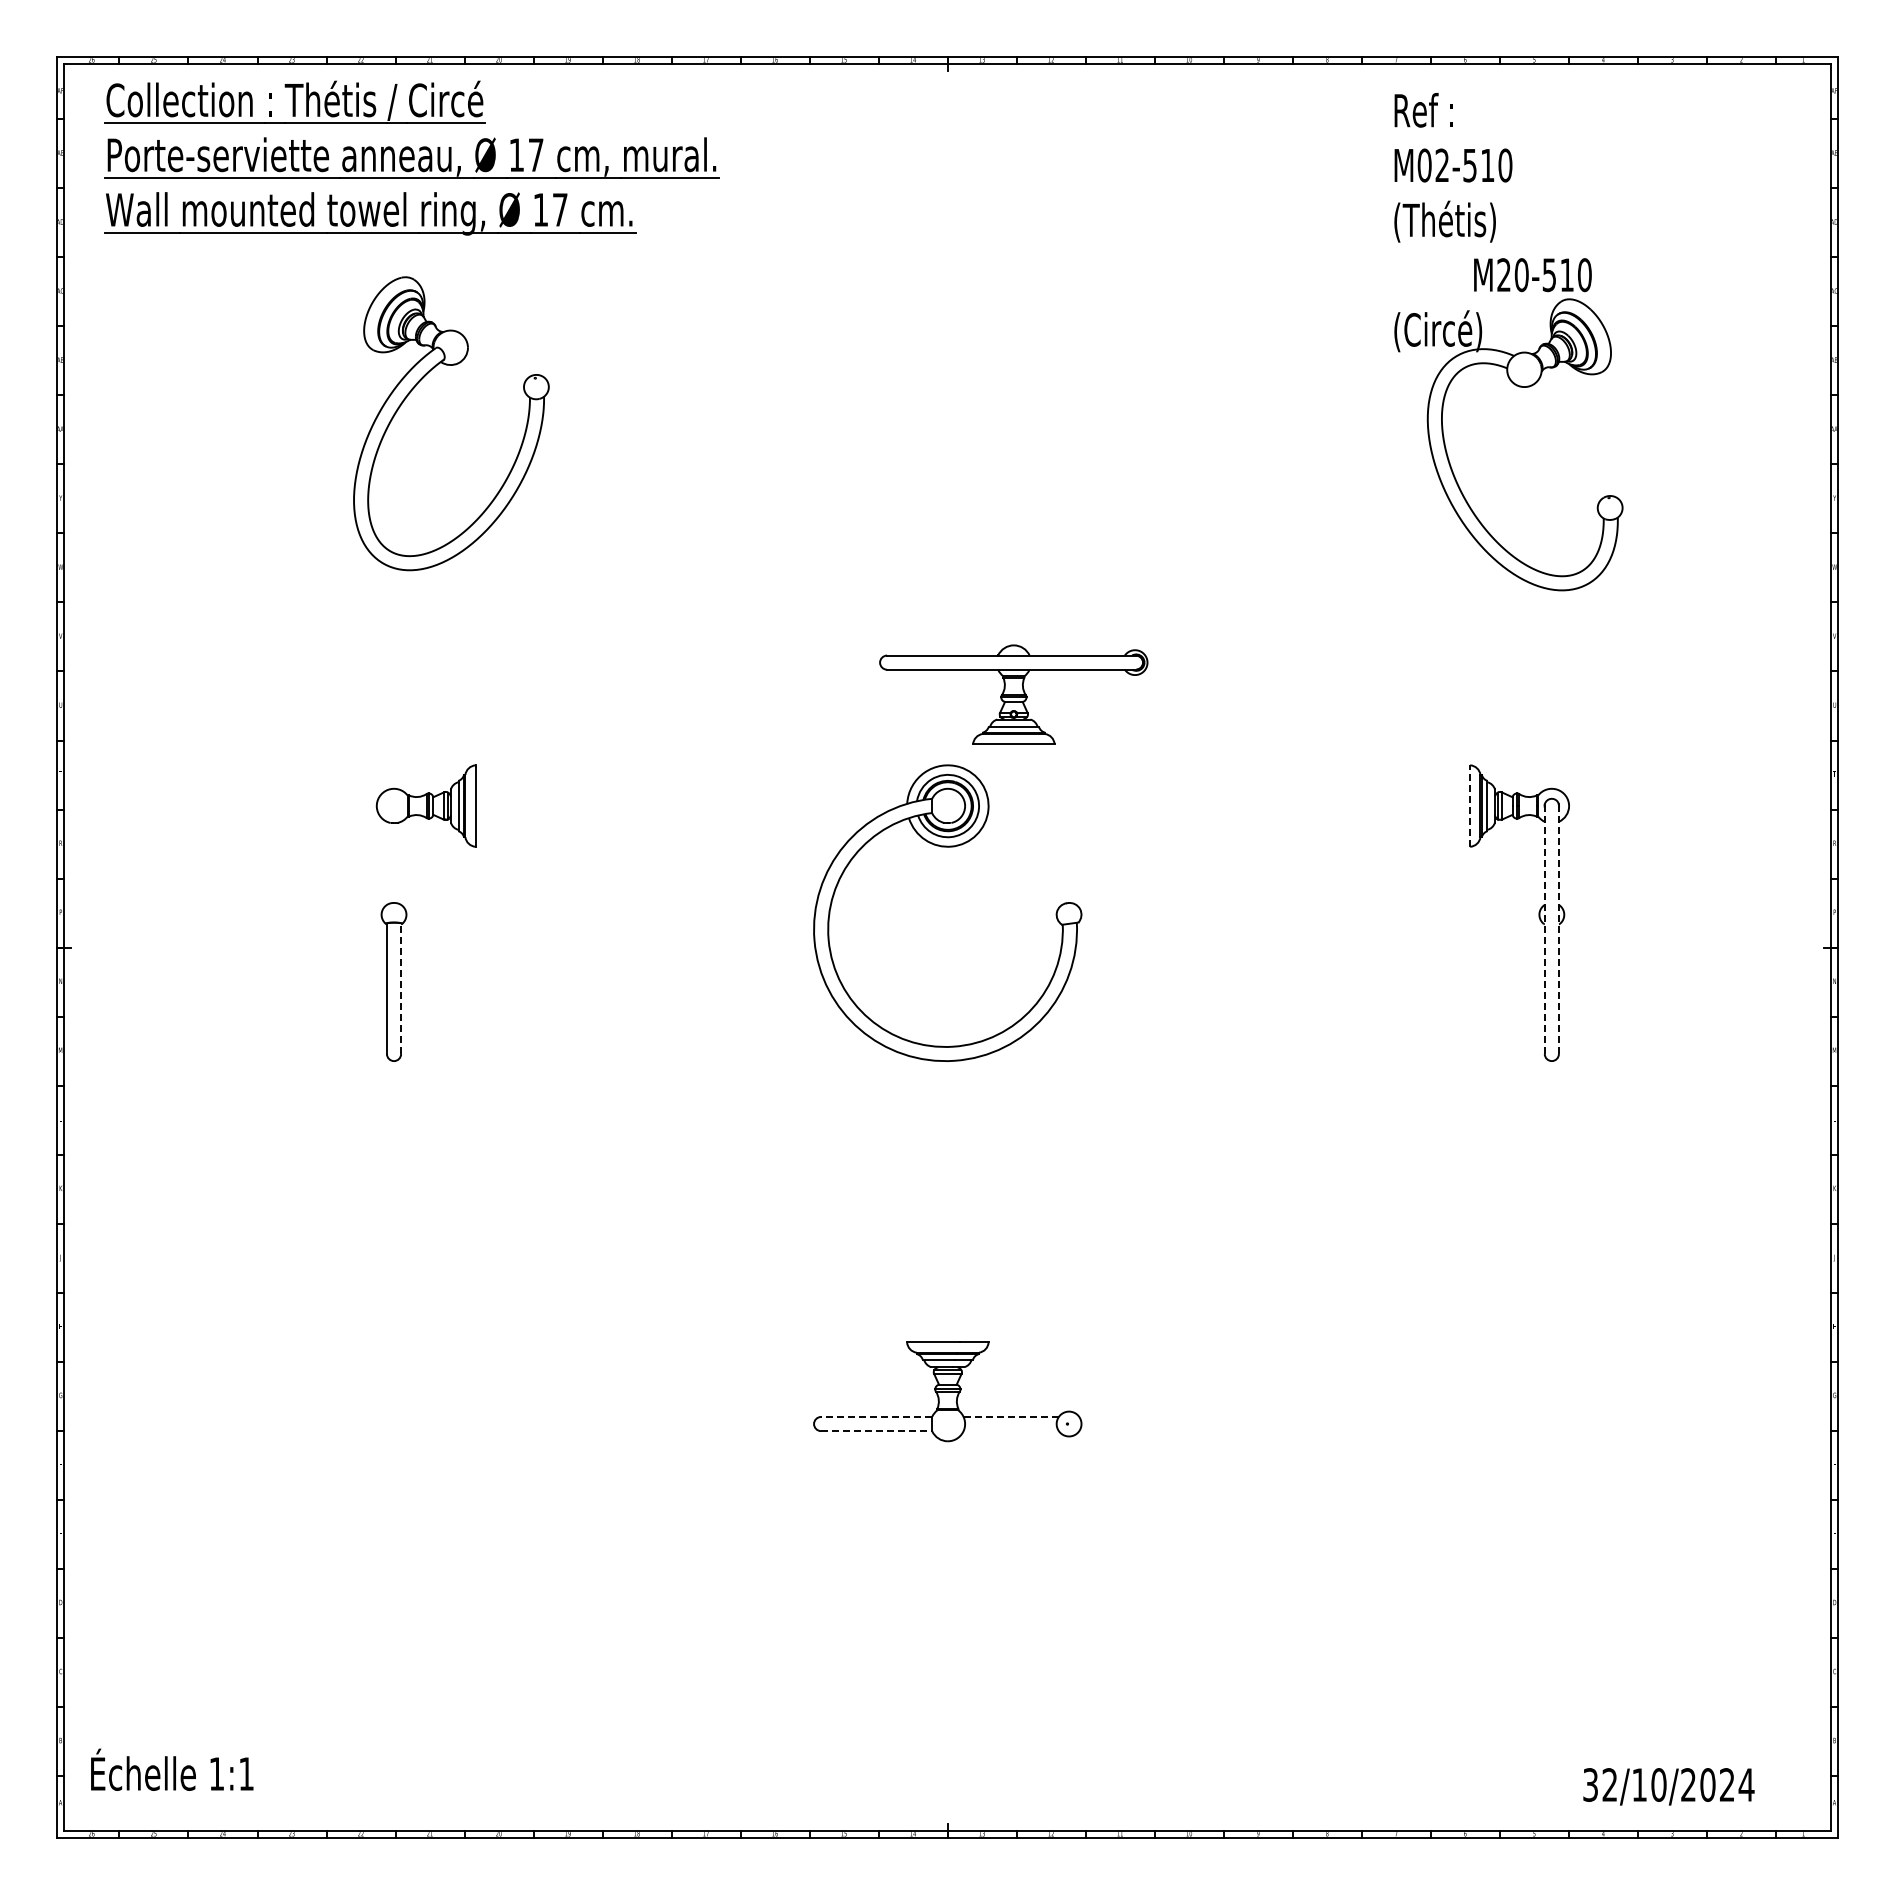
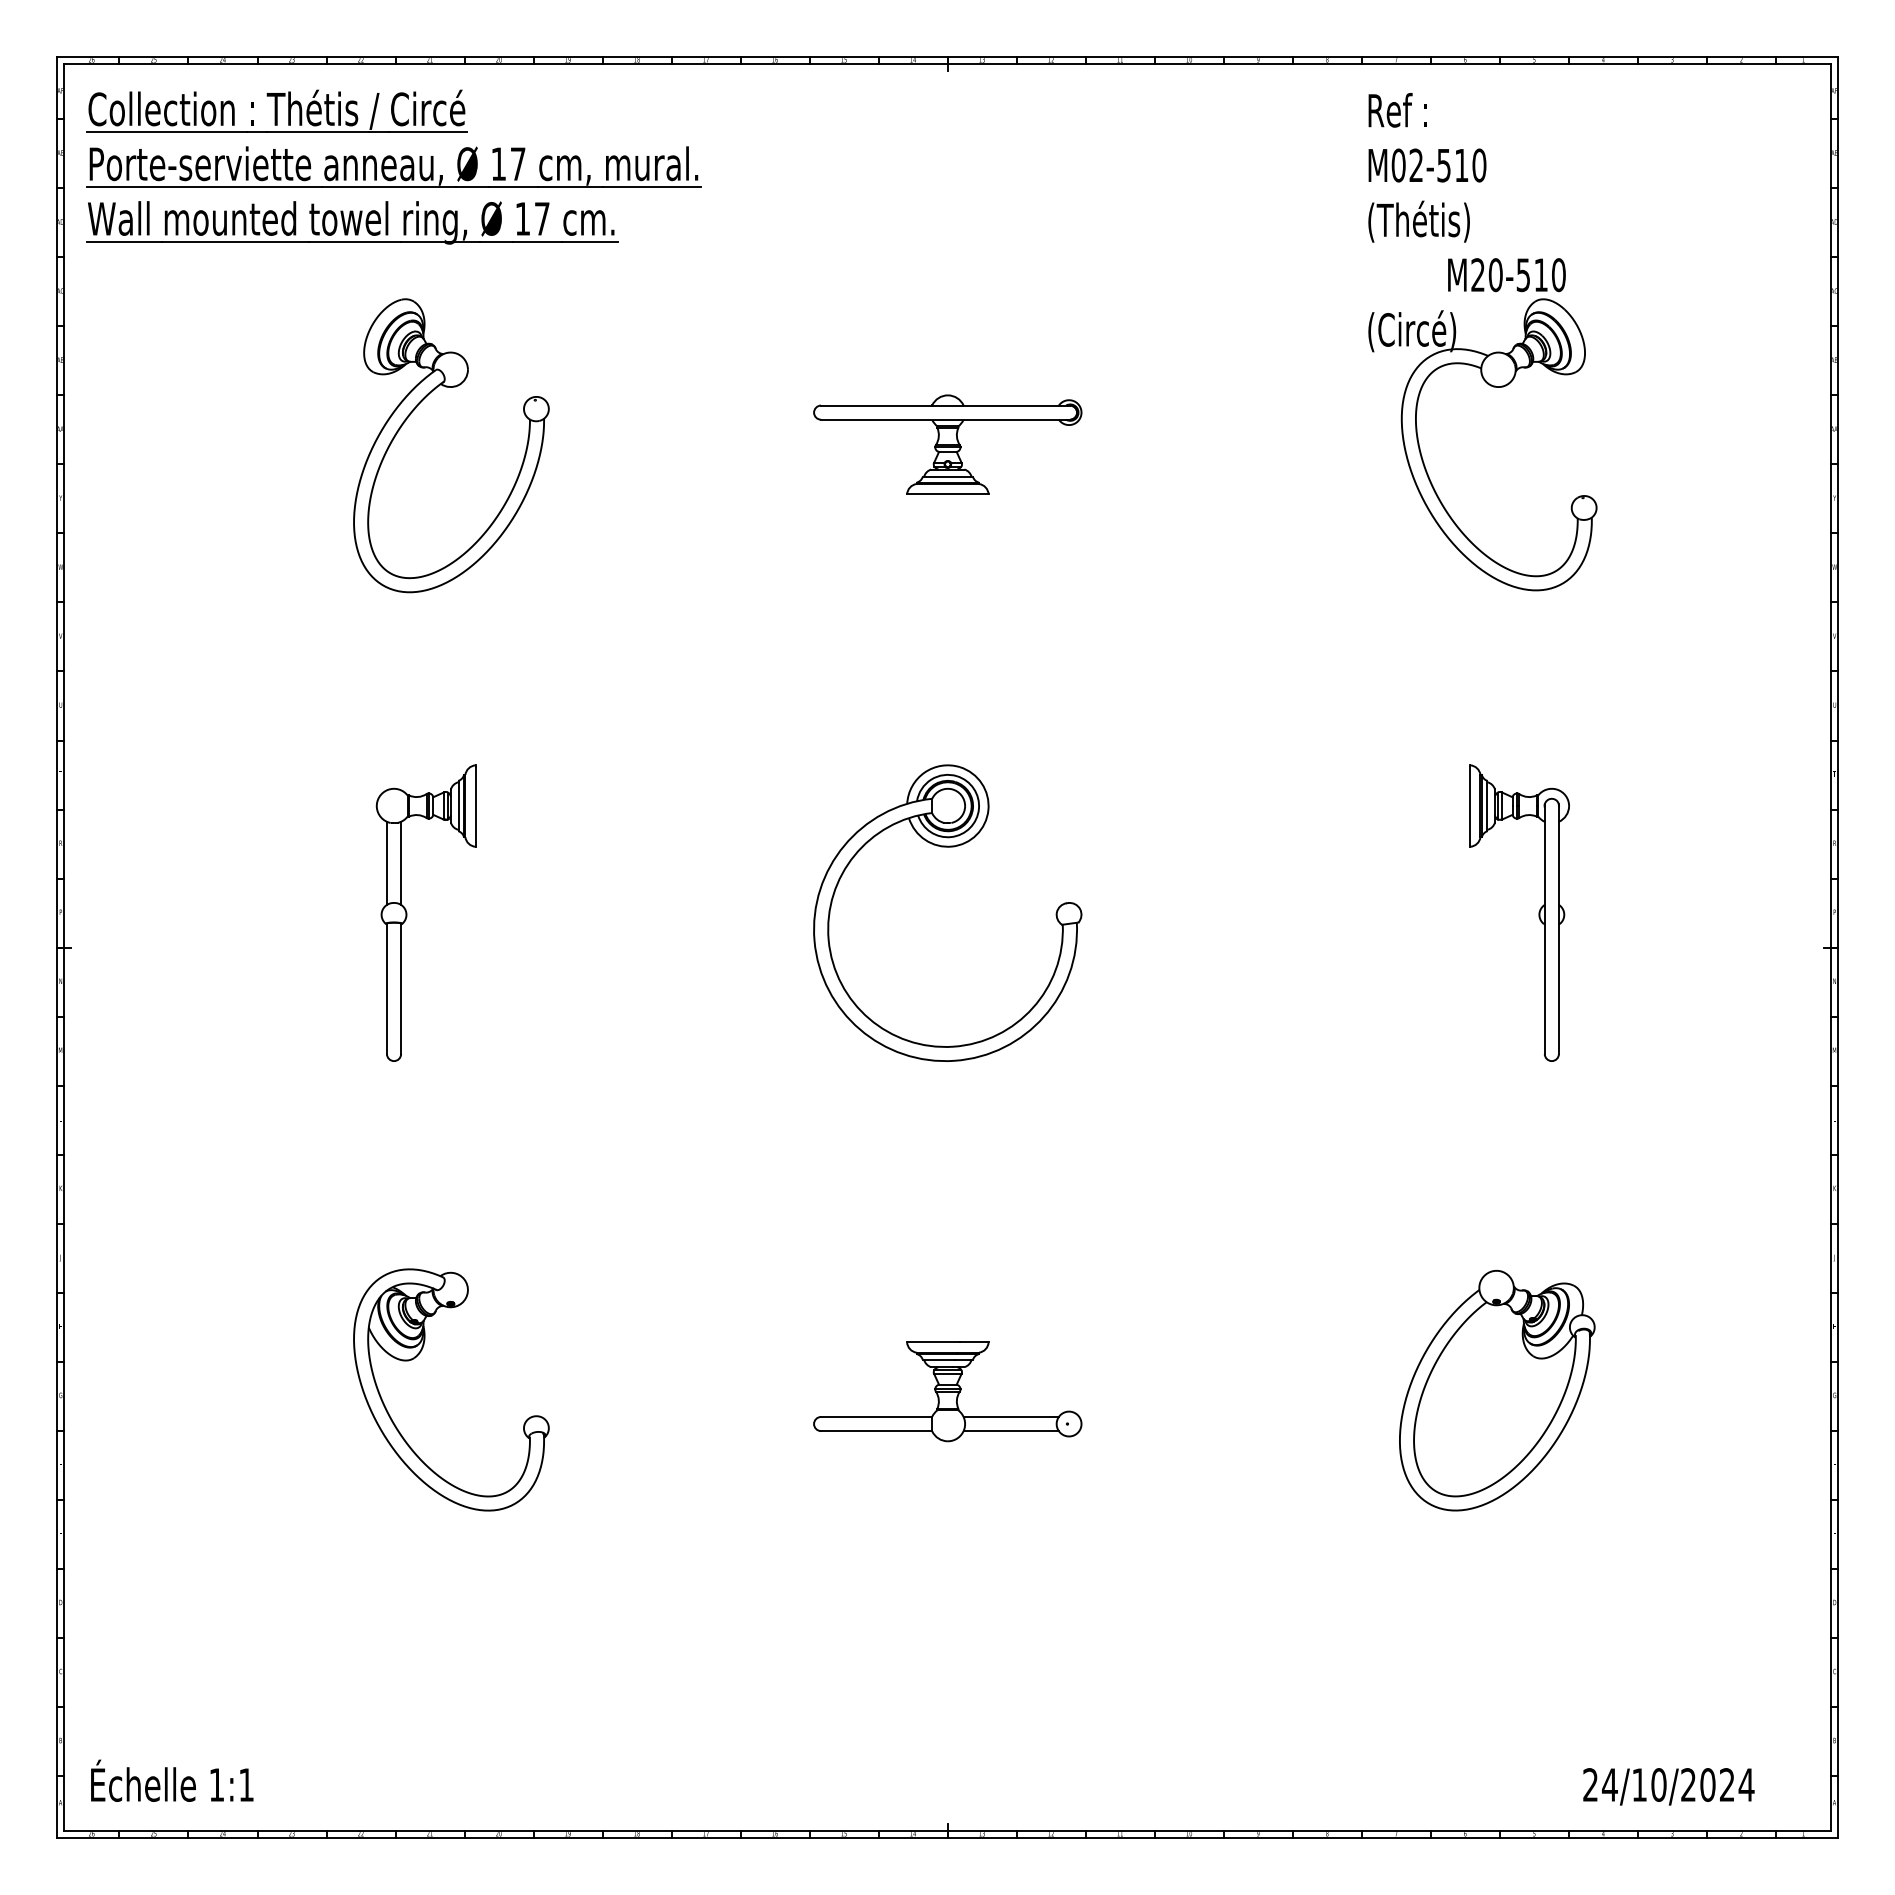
part at (411, 157) position: (411, 157) -> (393, 166)
part at (1505, 351) position: (1505, 351) -> (1479, 351)
part at (410, 393) position: (410, 393) -> (410, 415)
part at (1013, 694) position: (1013, 694) -> (947, 444)
line at (1470, 806): dashed -> solid
line at (386, 862): none -> present
line at (401, 862): none -> present
line at (1558, 929): dashed -> solid
line at (1544, 930): dashed -> solid
line at (401, 988): dashed -> solid
part at (418, 1355): none -> present
part at (1497, 1390): none -> present
line at (876, 1416): dashed -> solid
line at (1011, 1416): dashed -> solid
line at (876, 1431): dashed -> solid
line at (1011, 1431): none -> present
text at (172, 1769) position: (172, 1769) -> (172, 1780)
text at (1600, 1784): 32/10/2024 -> 24/10/2024
